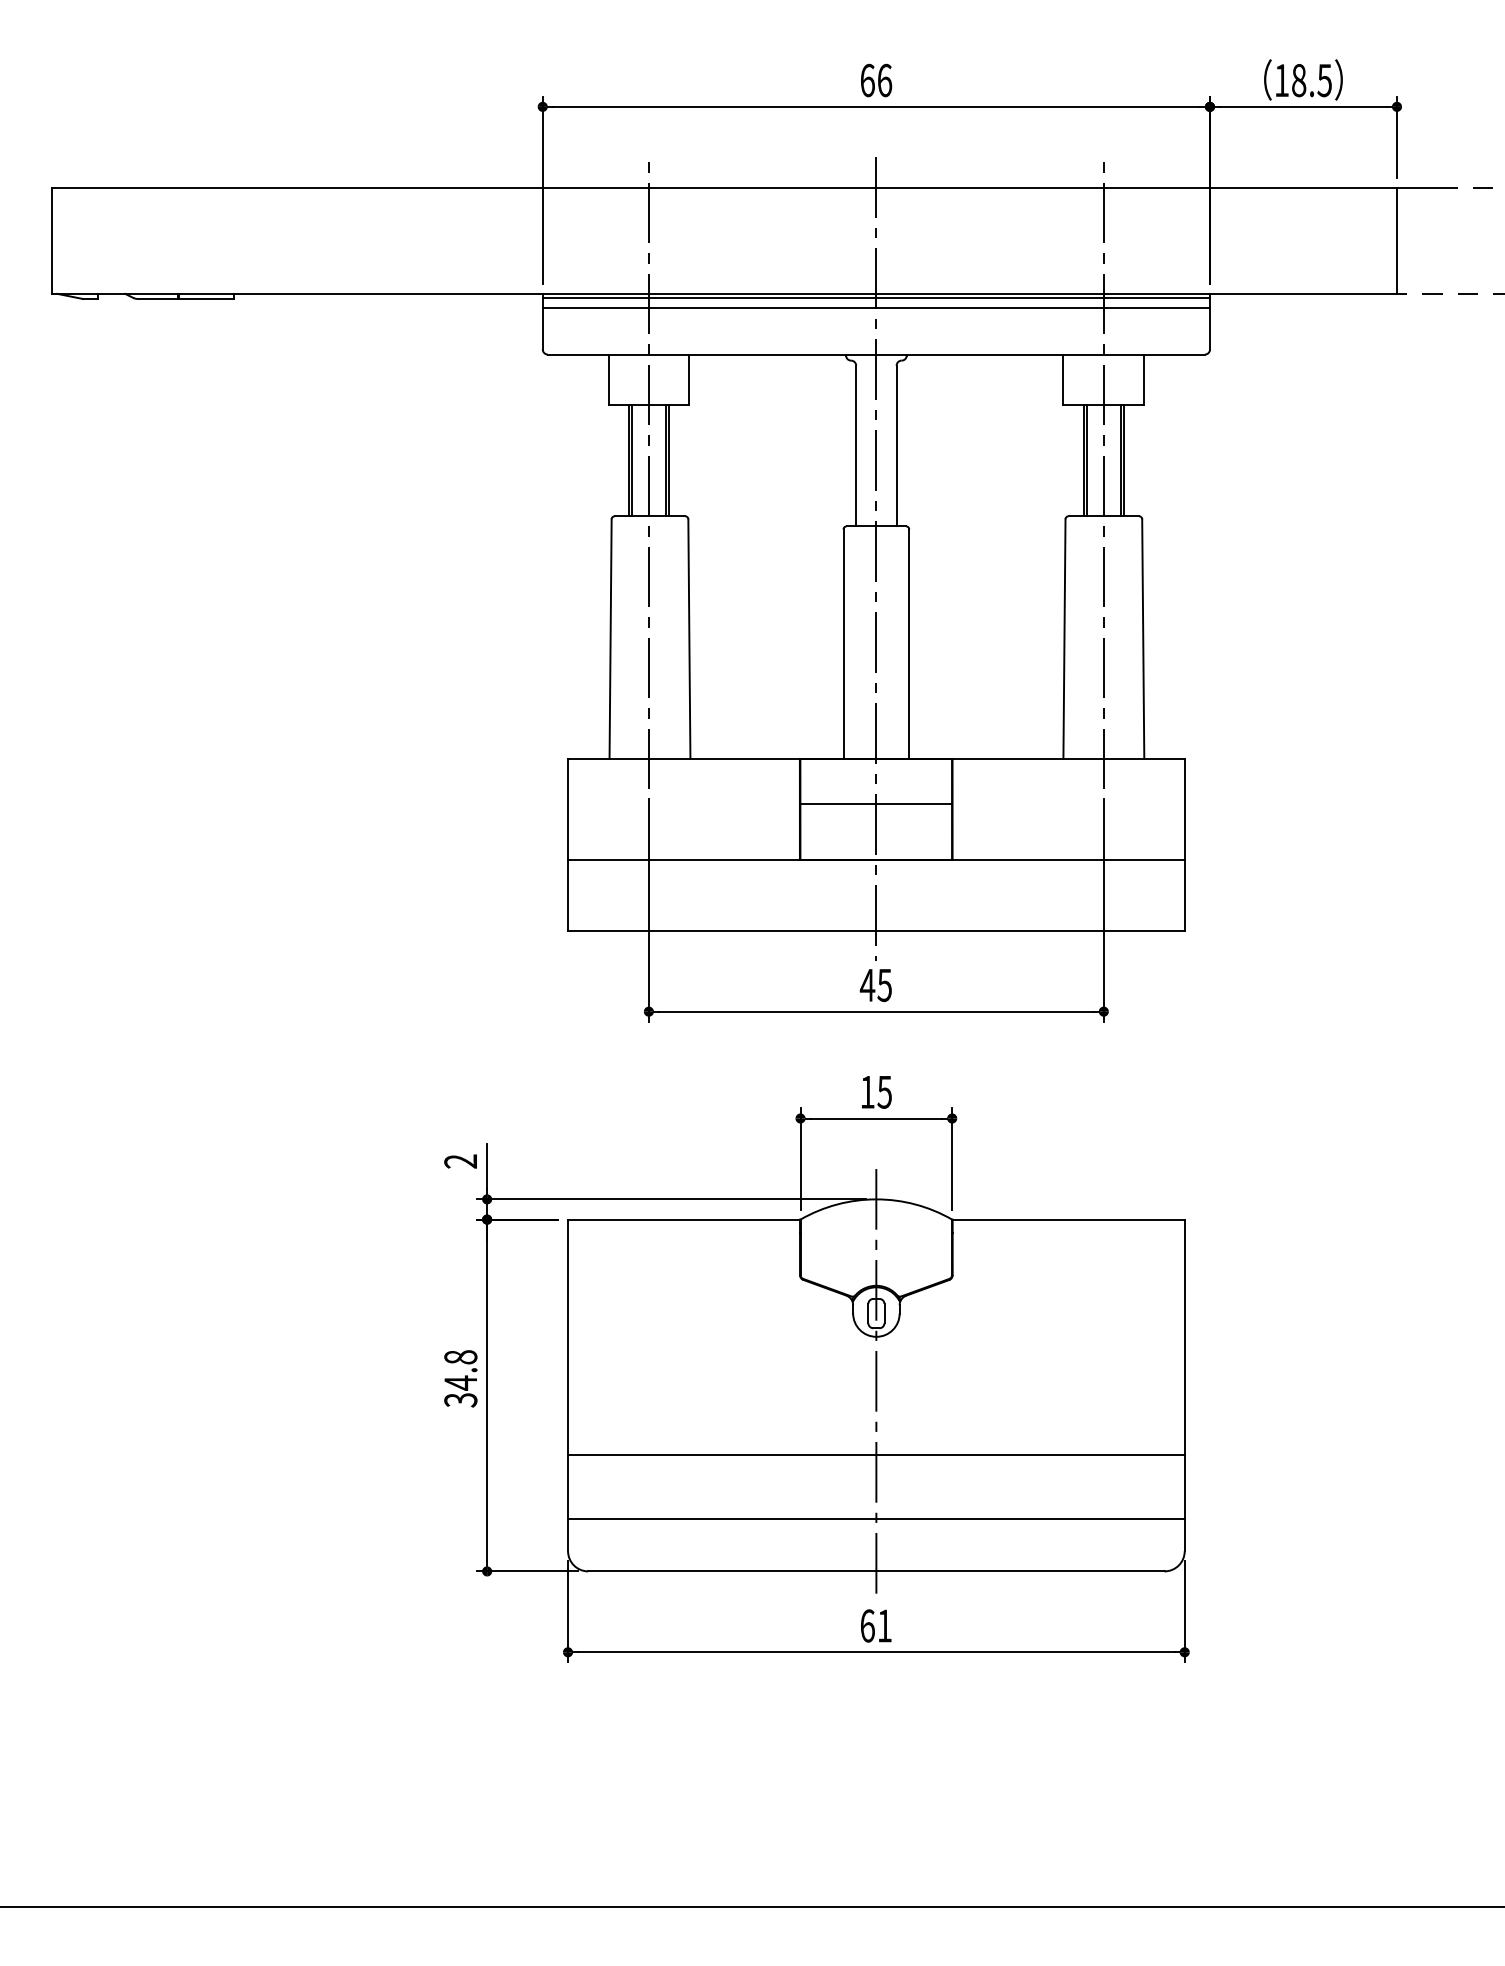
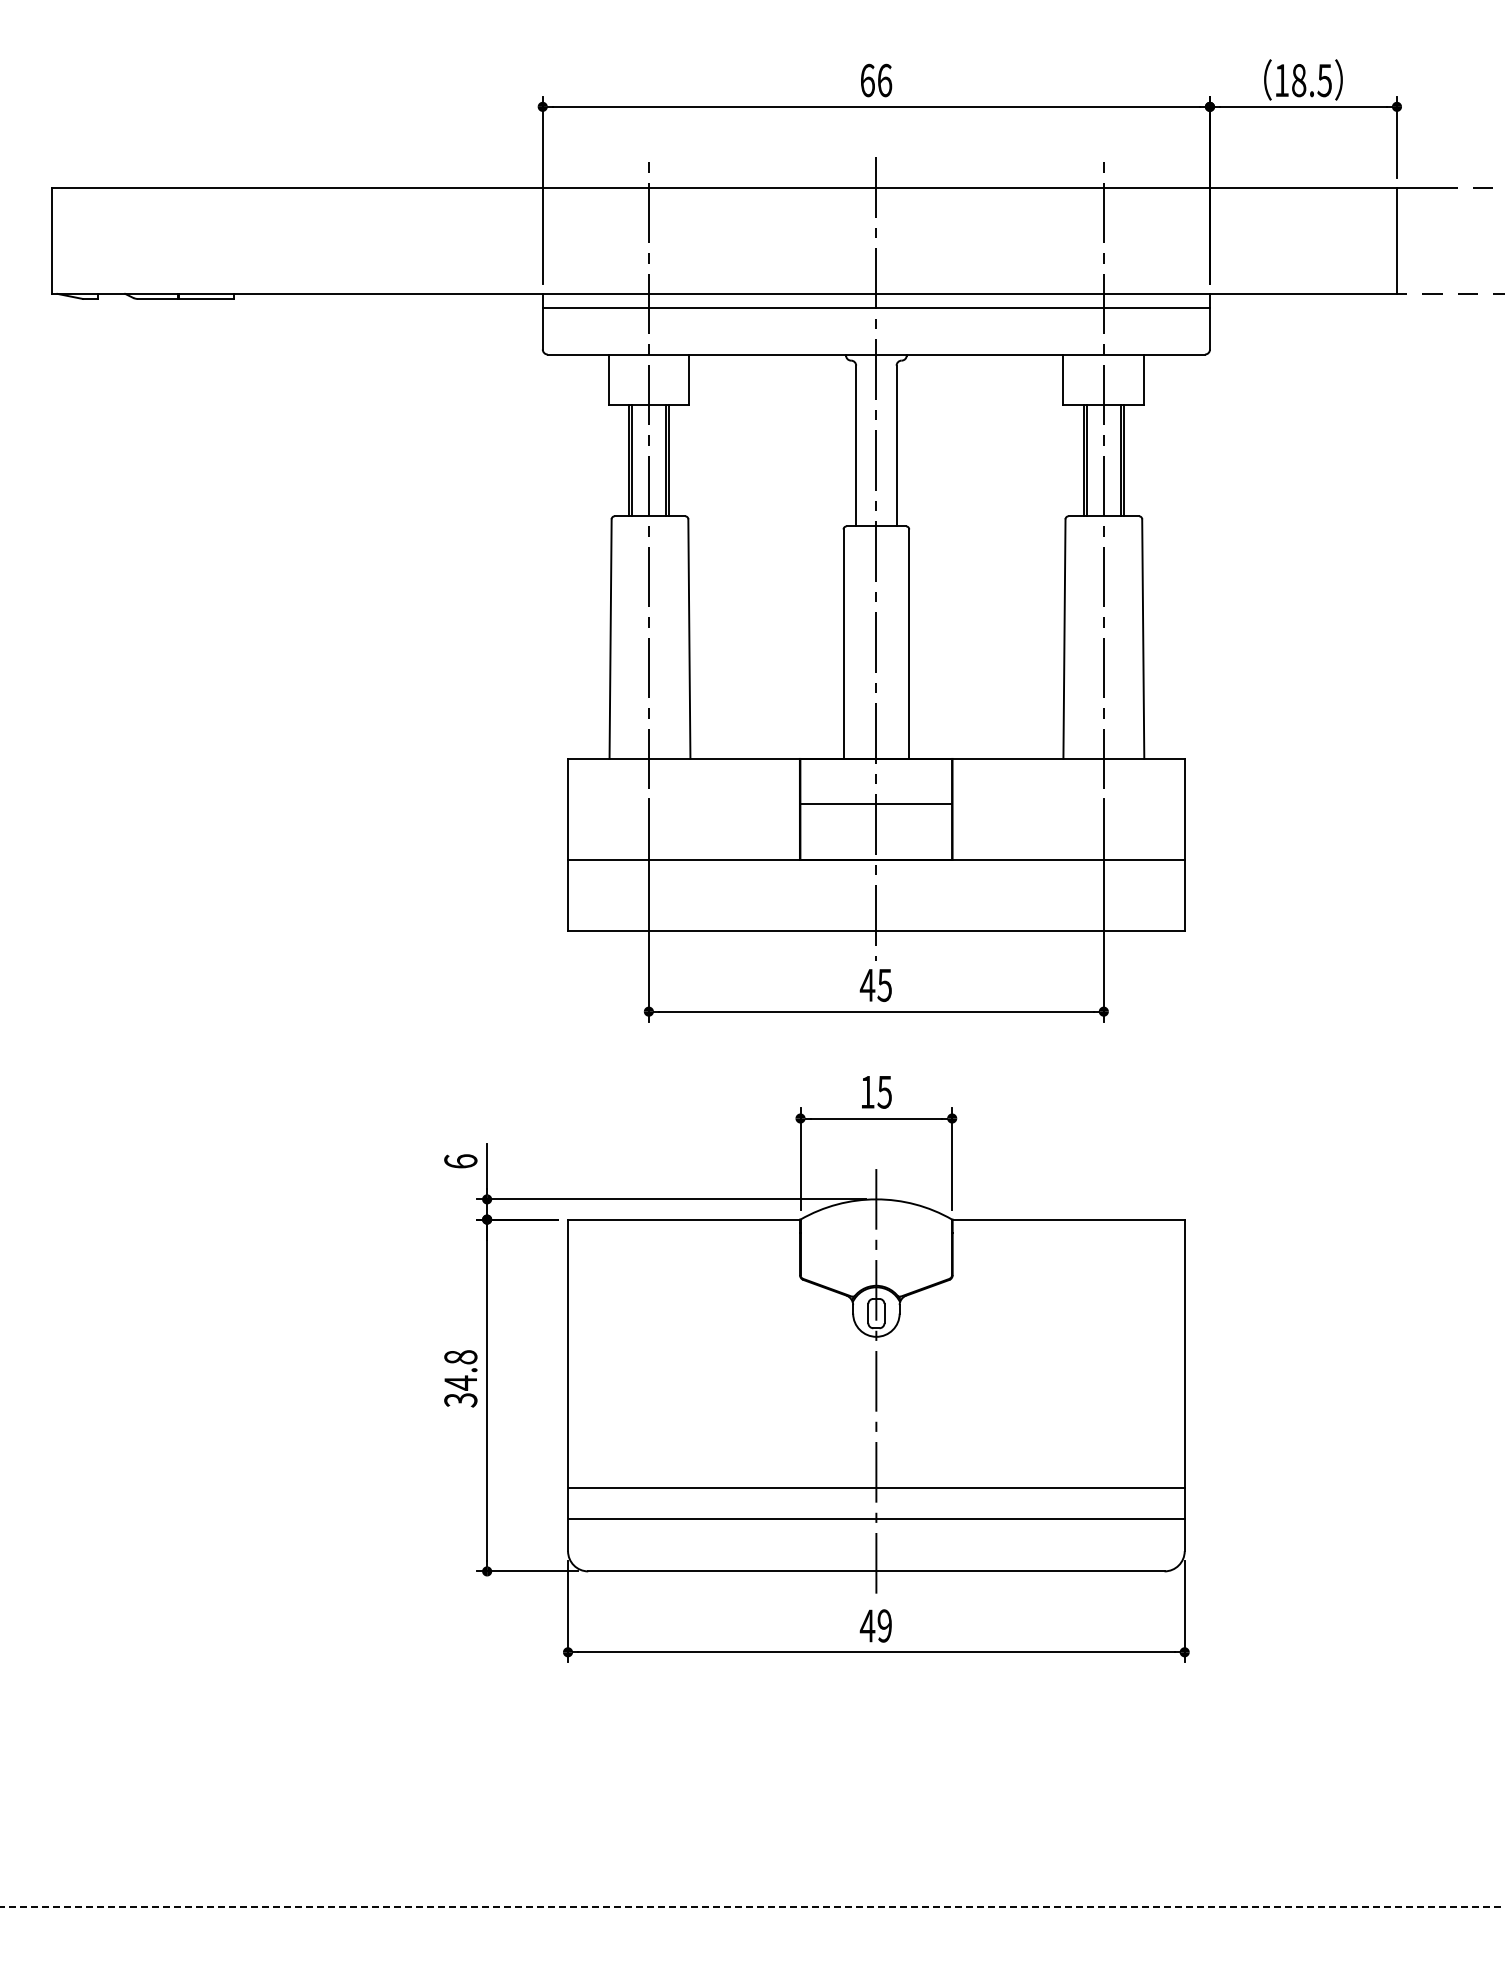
line at (876, 297): present -> none
text at (460, 1161): 2 -> 6
line at (876, 1455) position: (876, 1455) -> (876, 1488)
text at (875, 1625): 61 -> 49
line at (752, 1907): solid -> dashed
